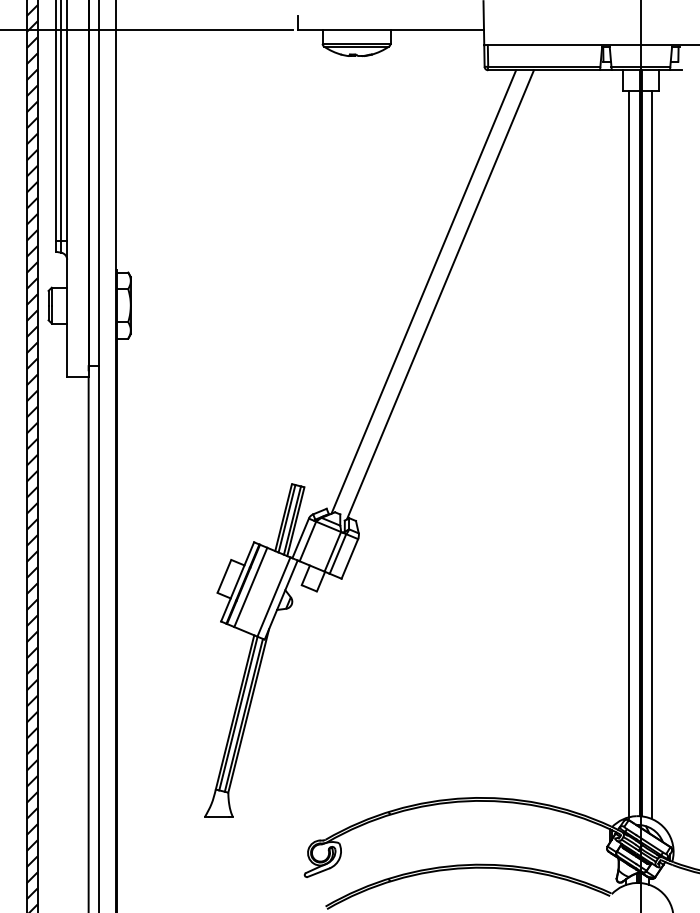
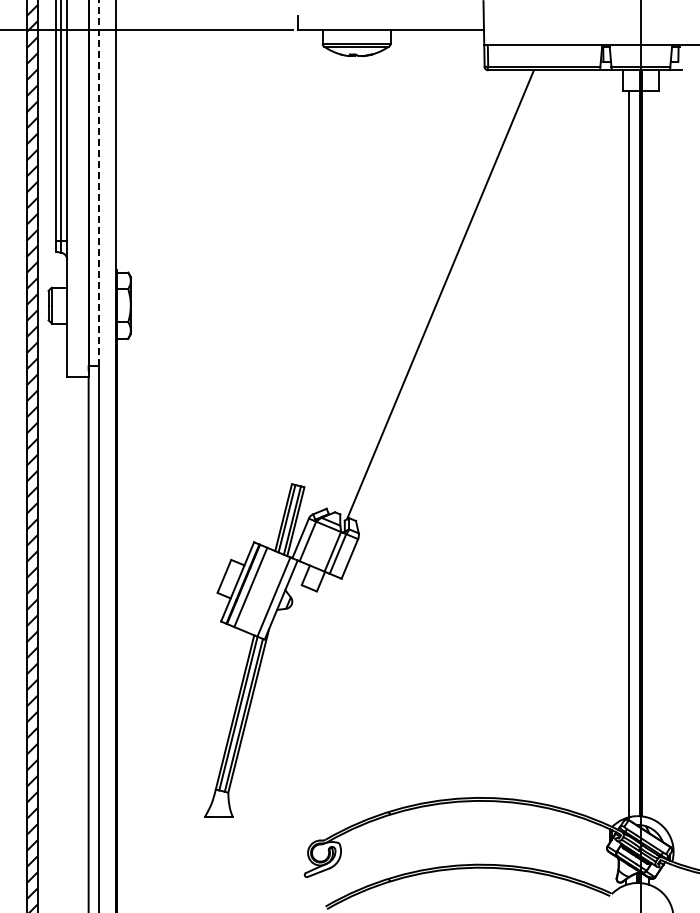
line at (98, 183): solid -> dashed
line at (423, 291): present -> none
line at (652, 454): present -> none
